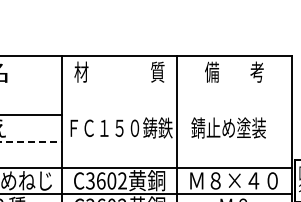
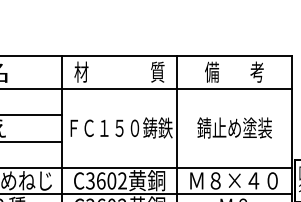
line at (147, 88): none -> present
text at (228, 127) position: (228, 127) -> (234, 127)
line at (31, 141): dashed -> solid
